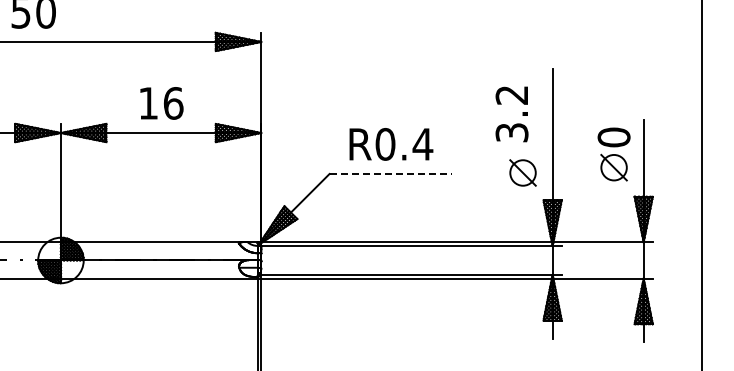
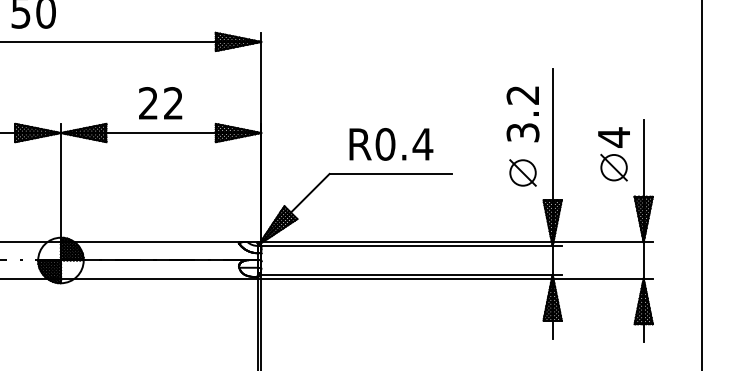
text at (161, 103): 16 -> 22
text at (511, 114) position: (511, 114) -> (522, 114)
text at (613, 137): 0 -> 4
line at (391, 174): dashed -> solid
